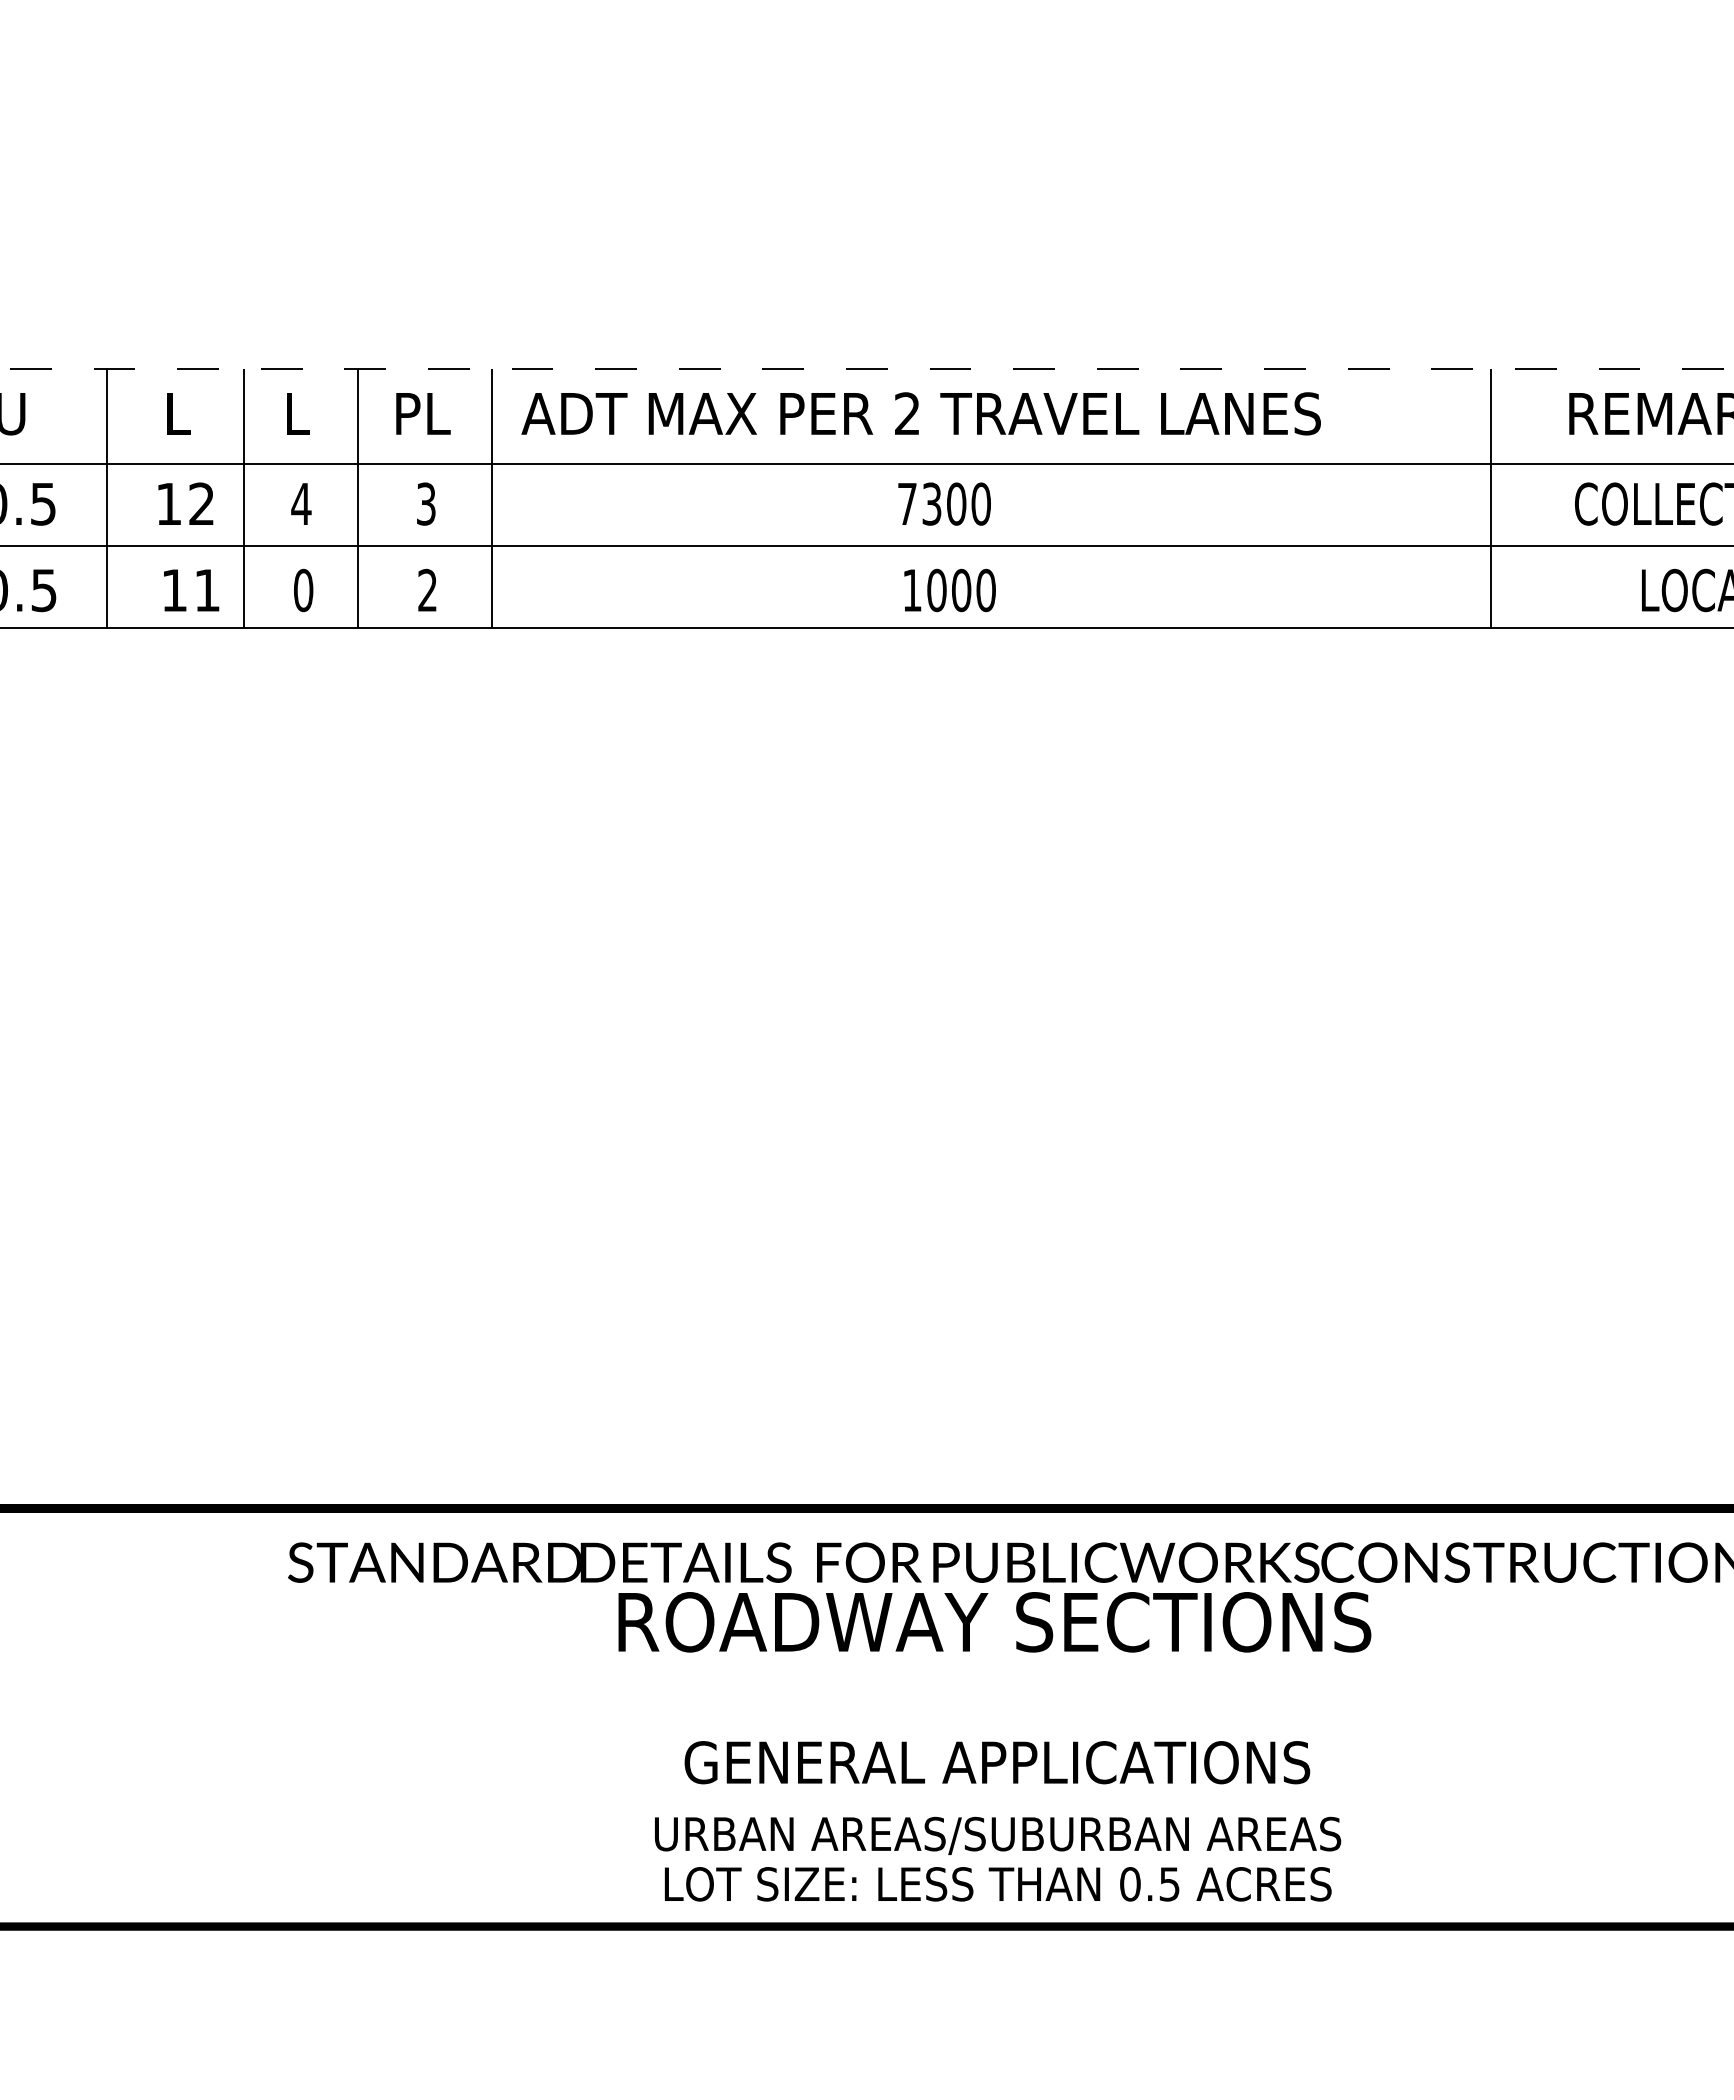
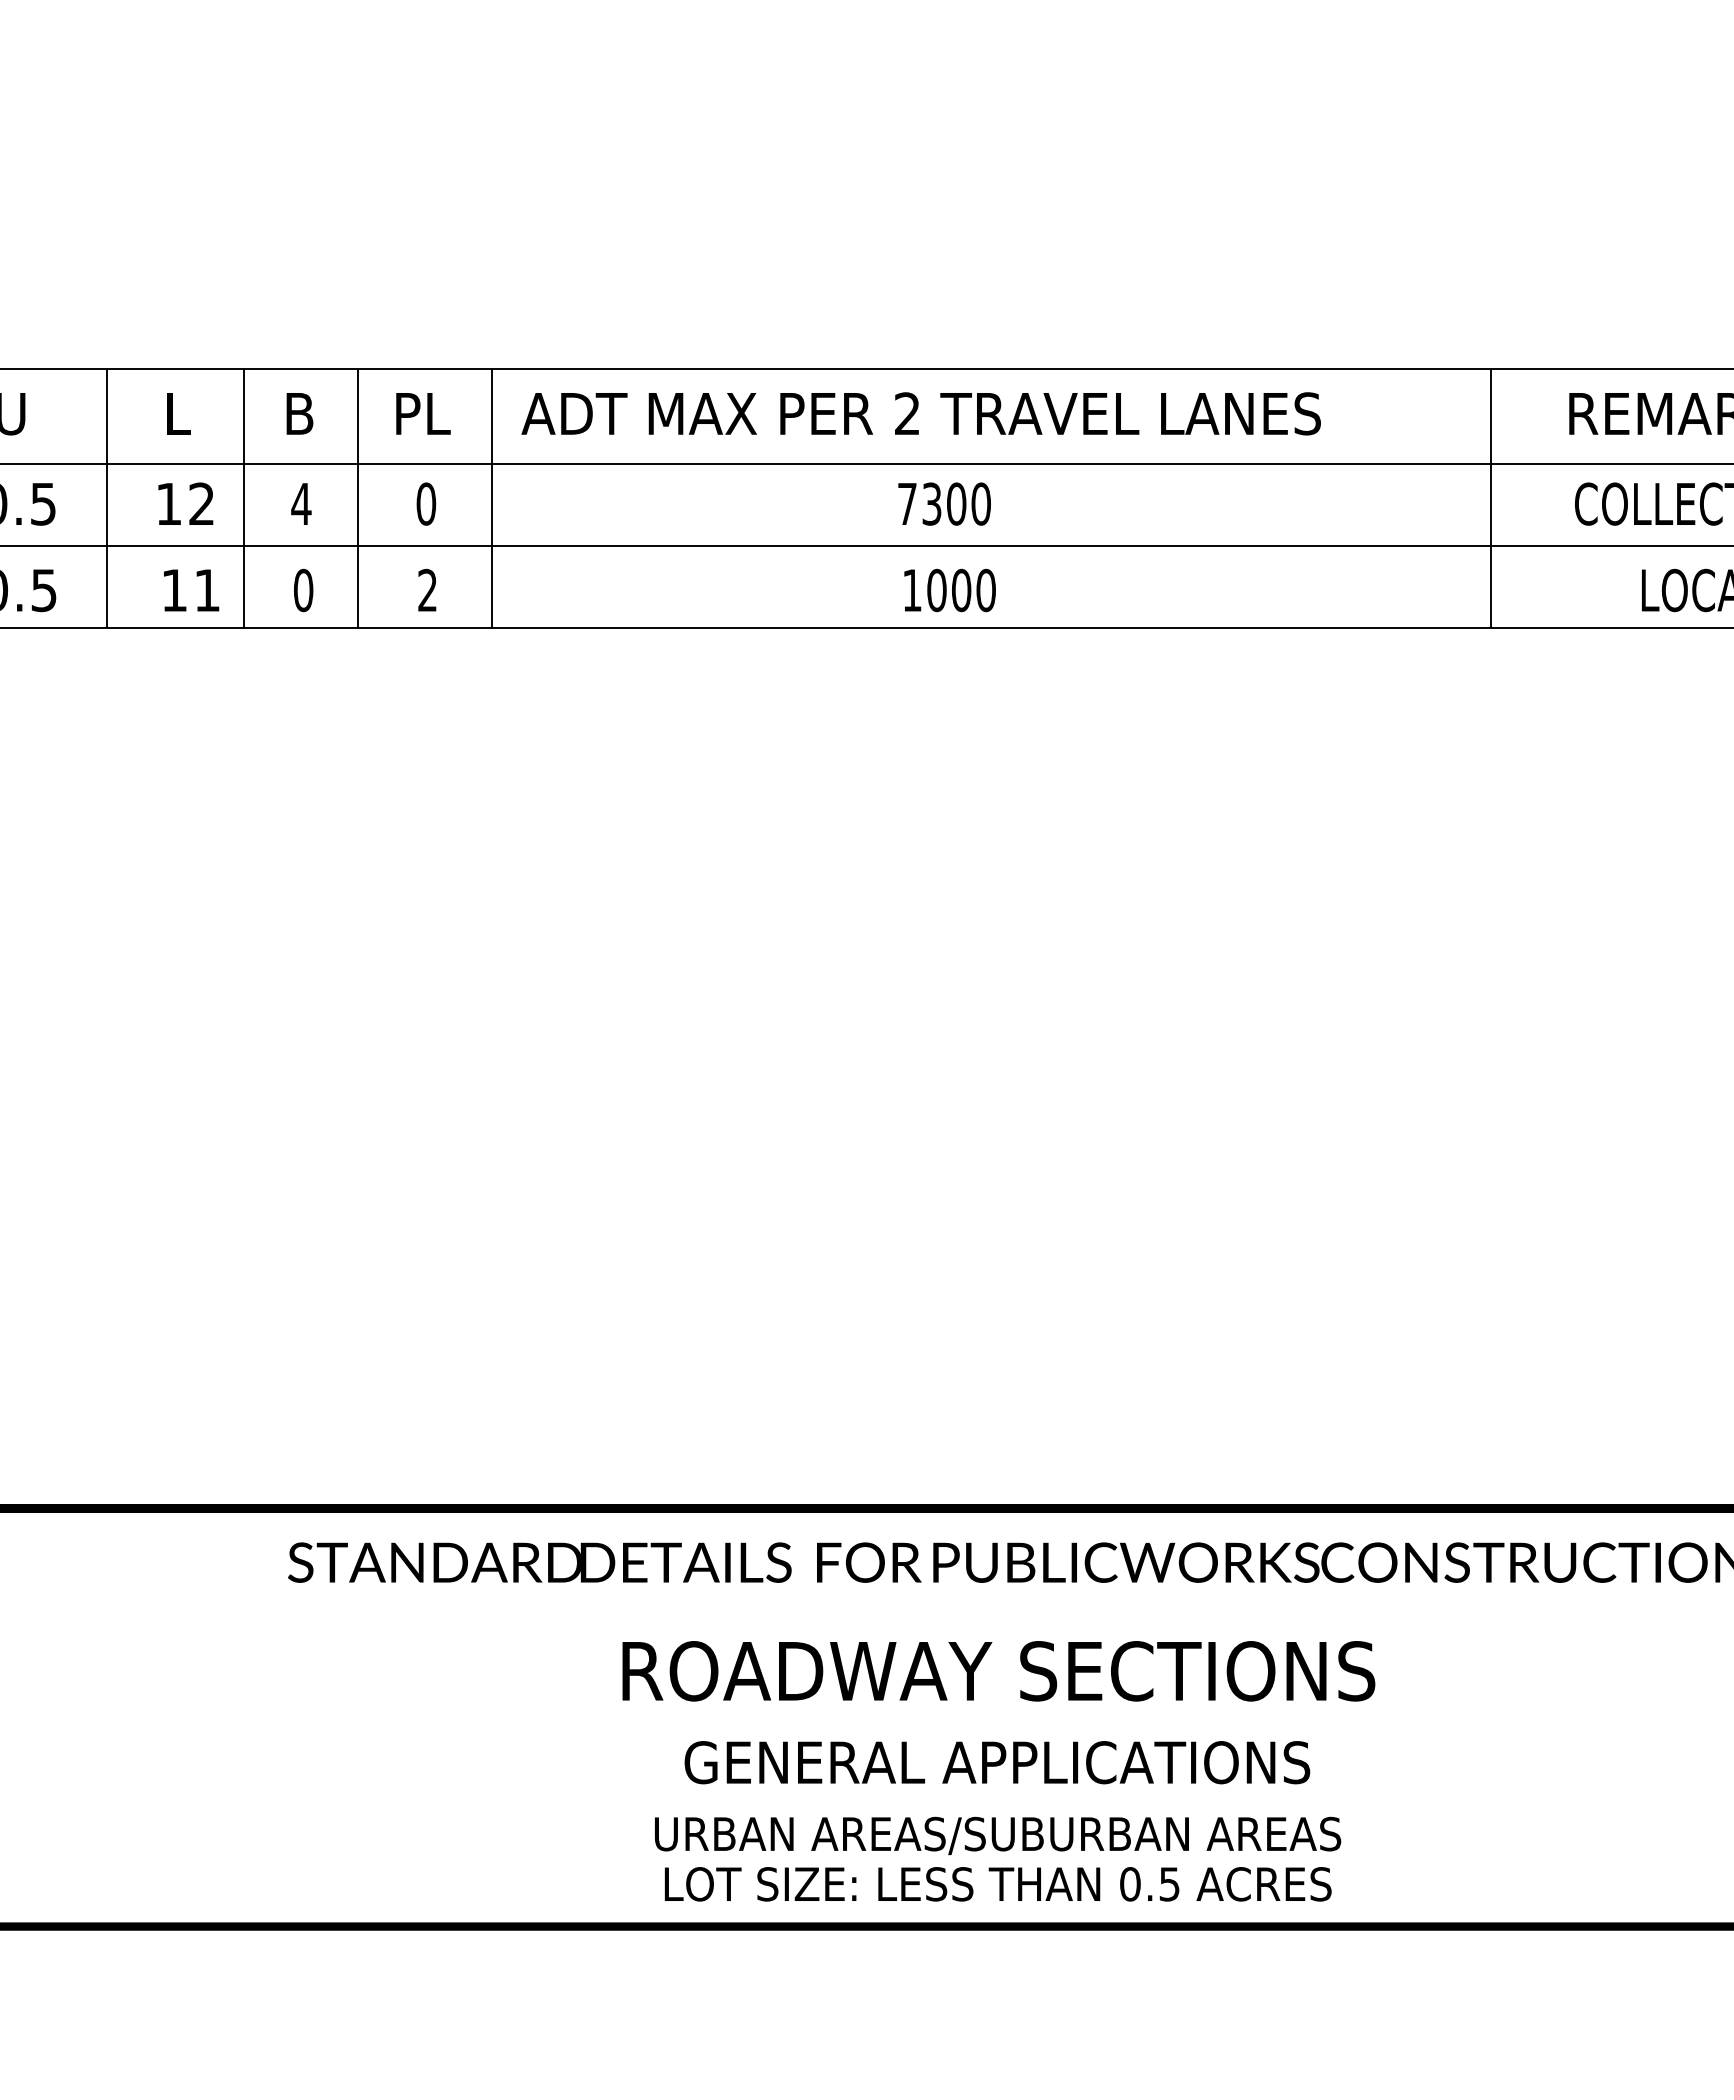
line at (866, 368): dashed -> solid
text at (299, 413): L -> B
text at (426, 503): 3 -> 0
text at (994, 1622) position: (994, 1622) -> (998, 1671)
